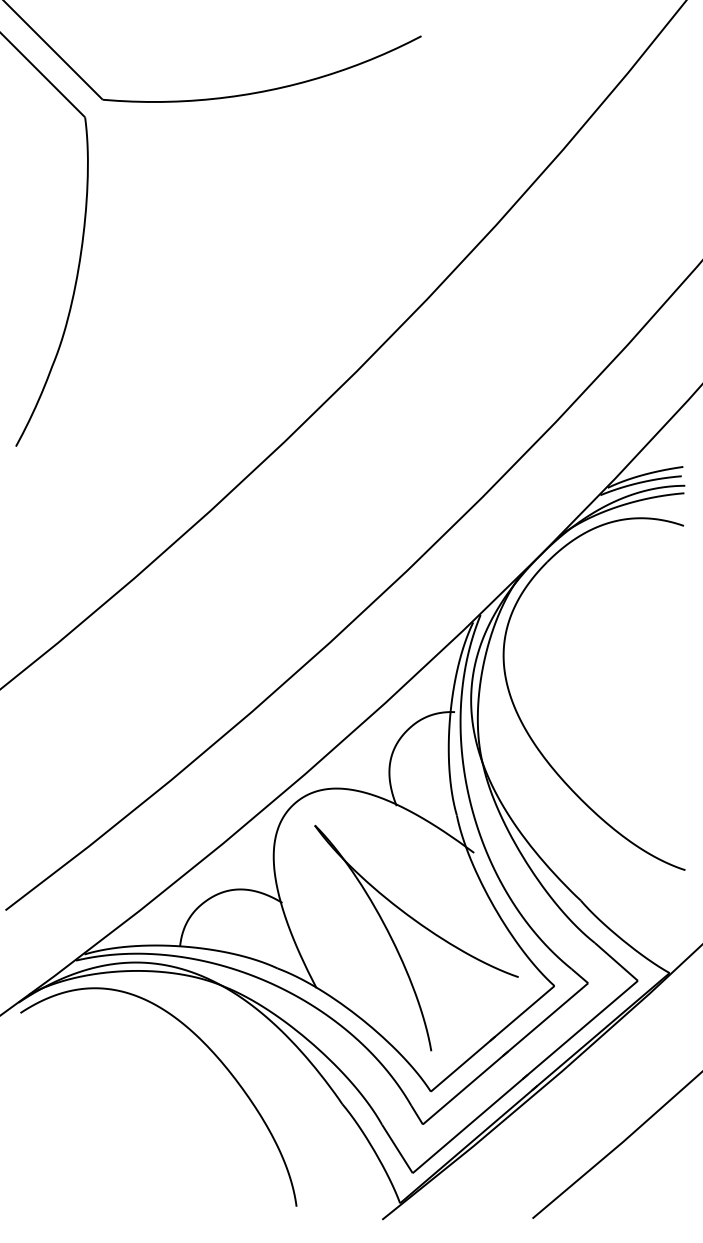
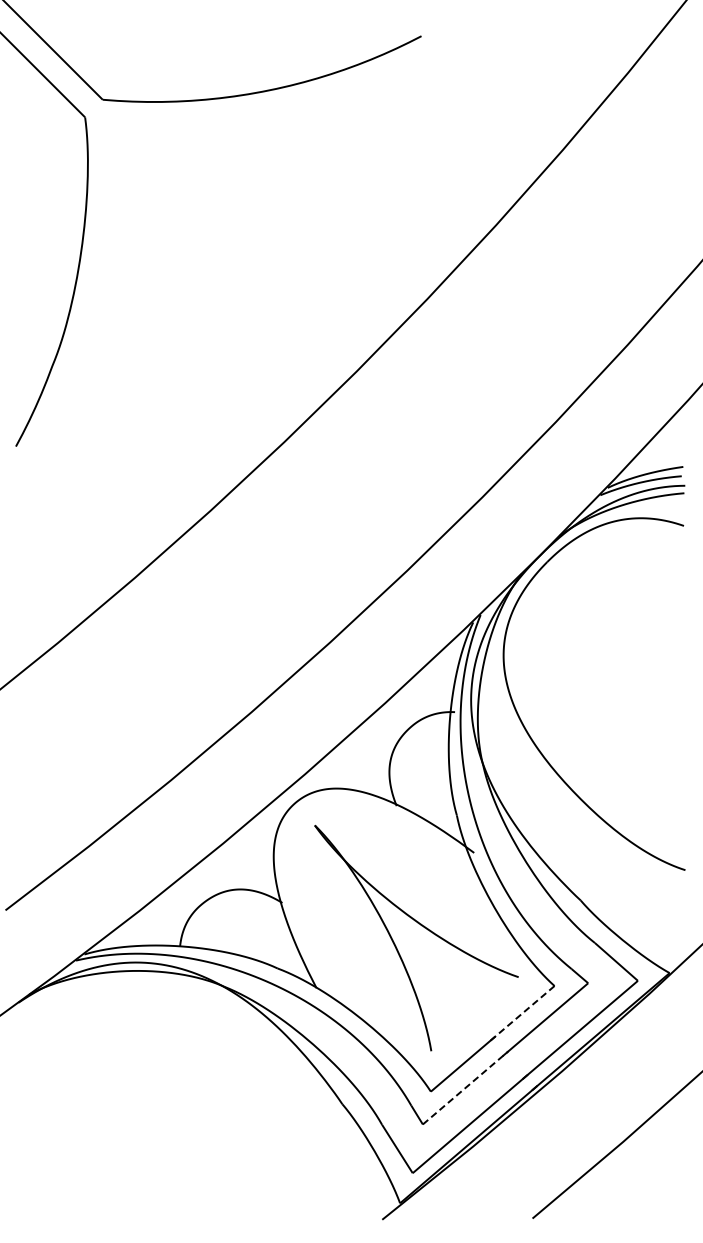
line at (521, 1013): solid -> dashed
curve at (210, 1051): present -> none
line at (465, 1087): solid -> dashed
